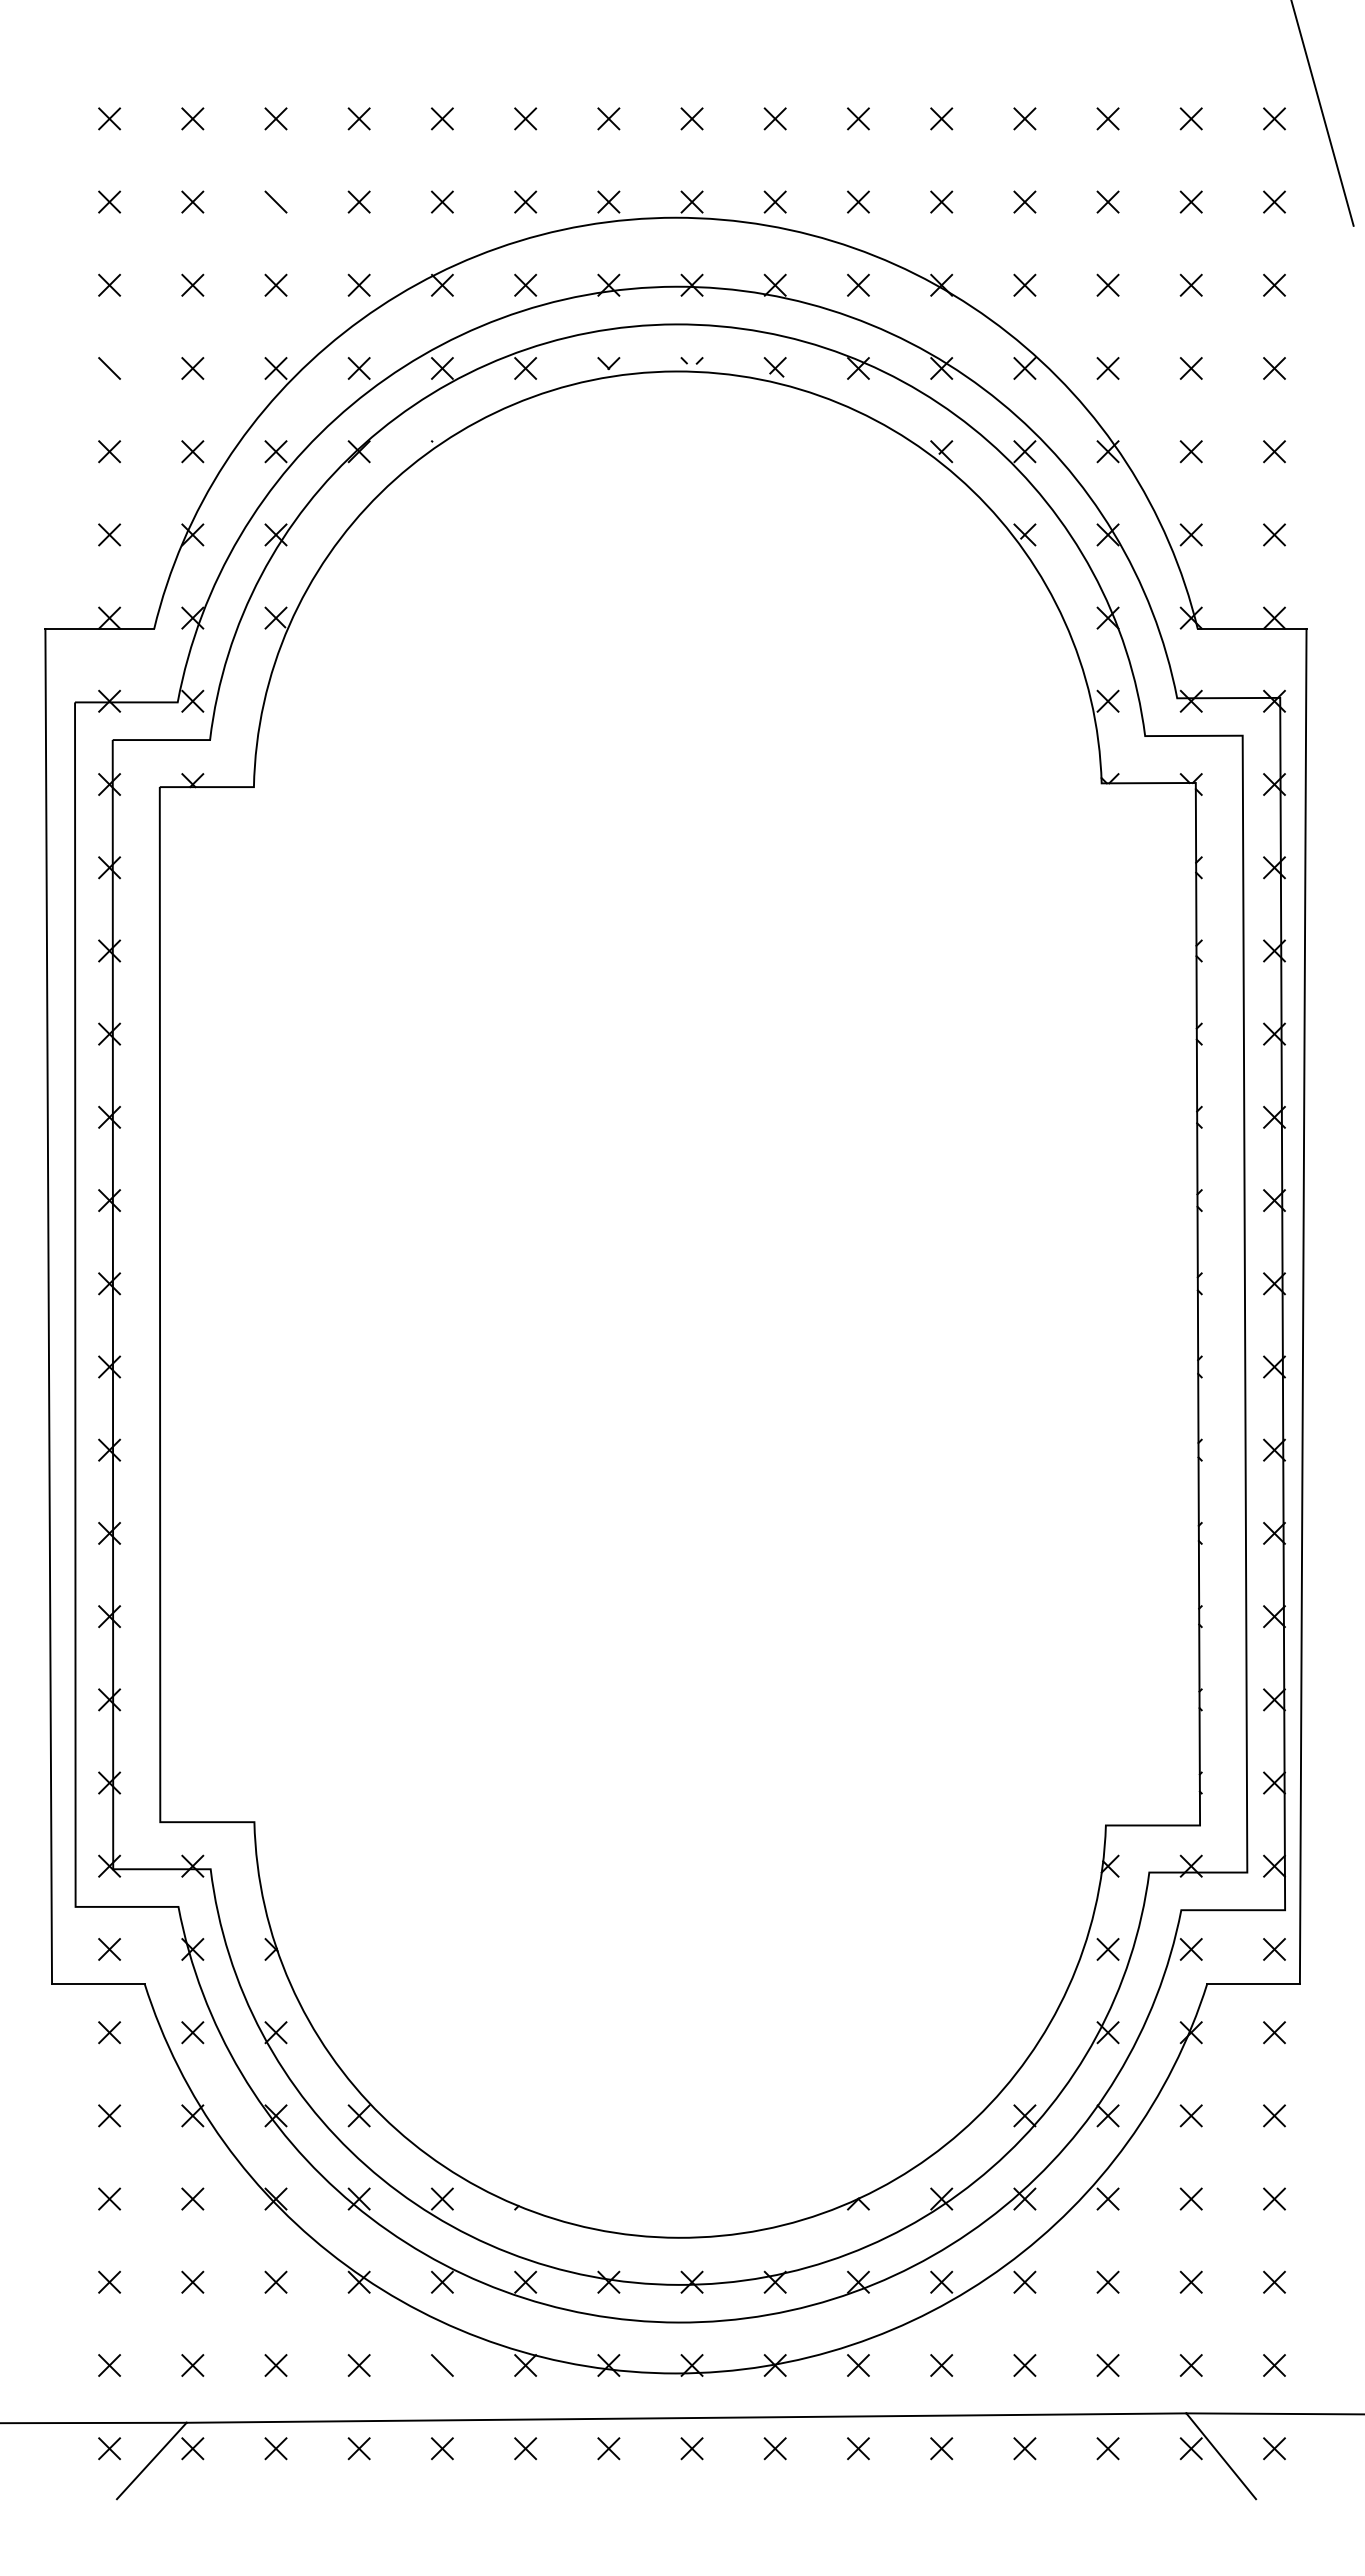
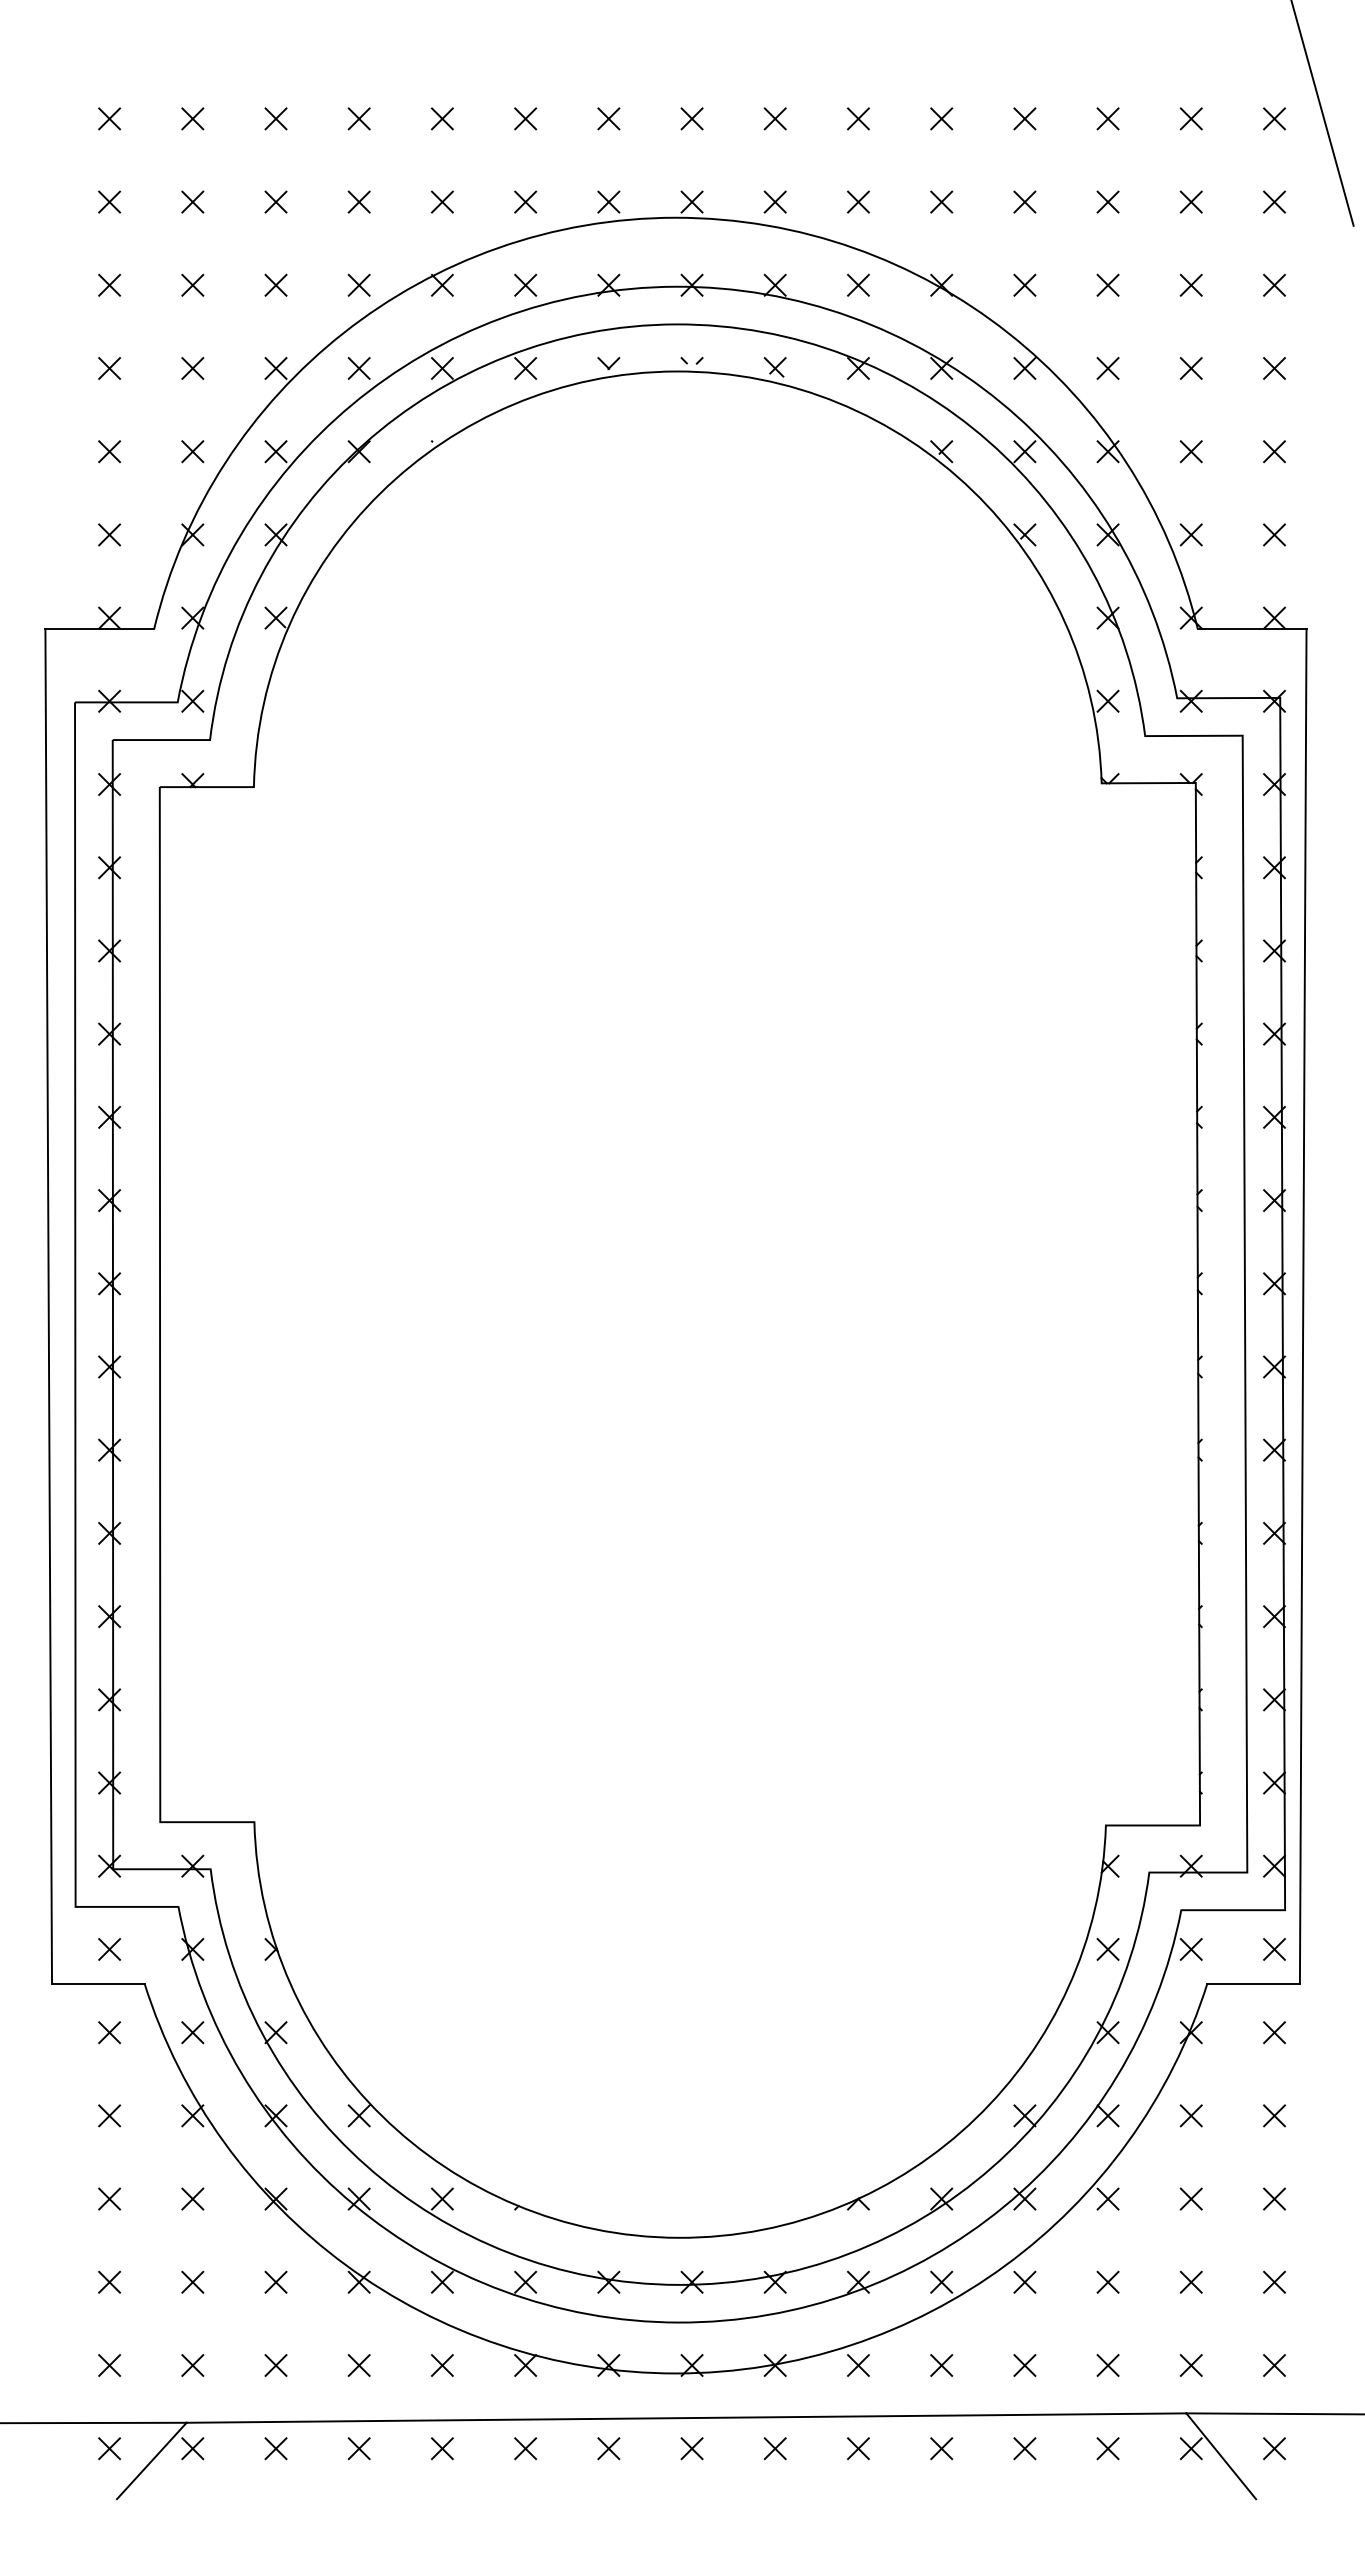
line at (275, 201): none -> present
line at (109, 368): none -> present
line at (442, 2365): none -> present
